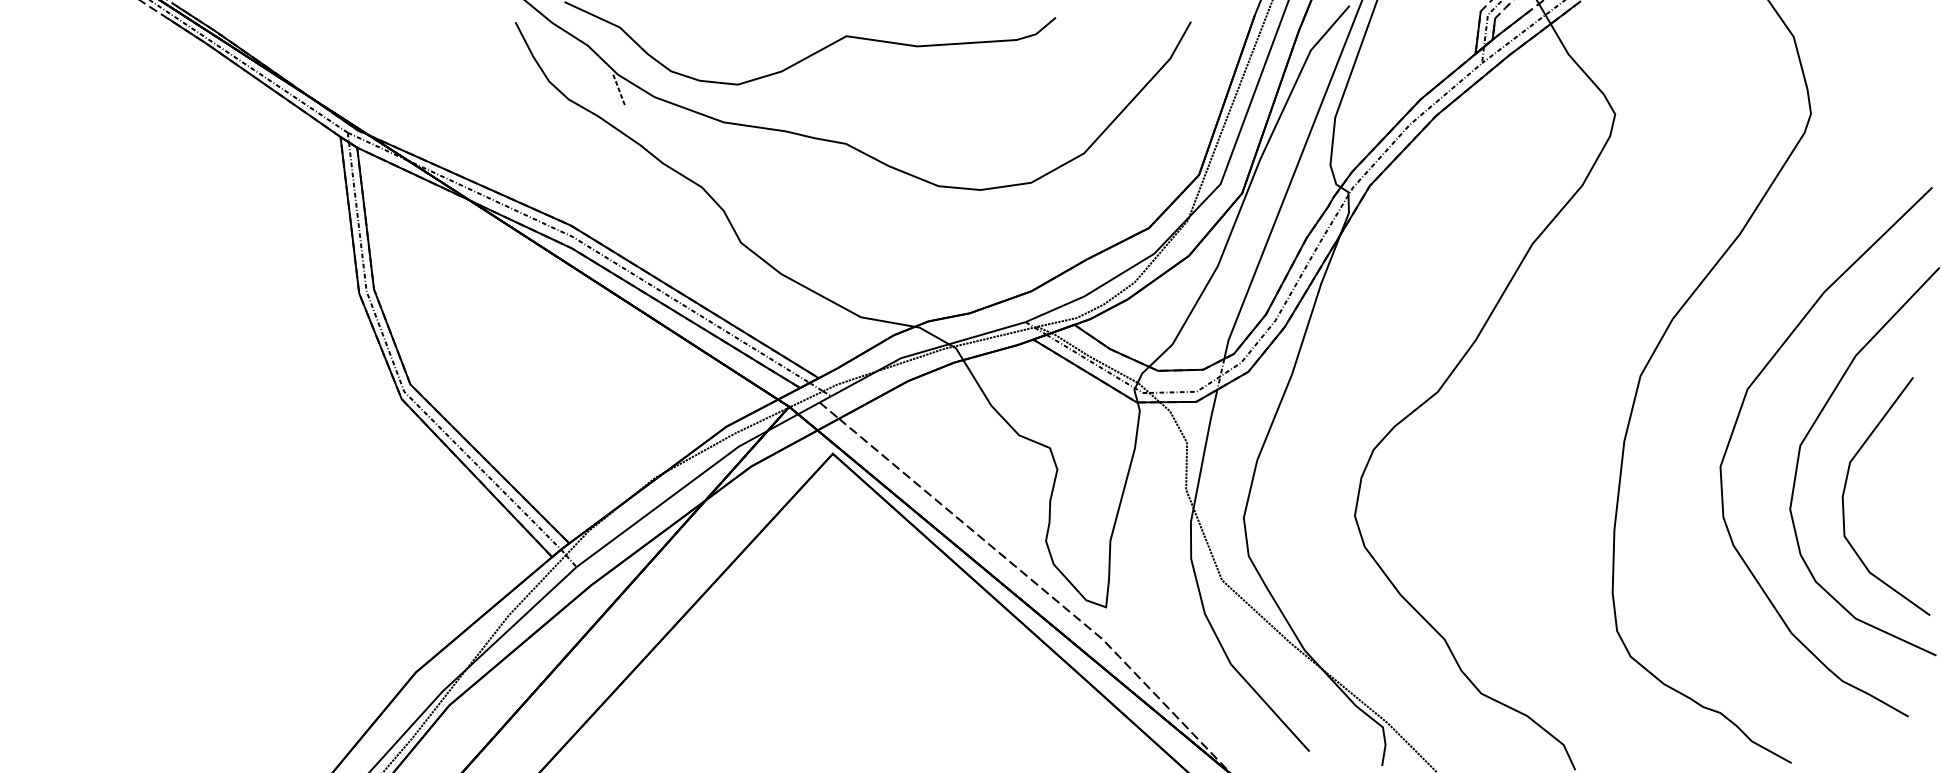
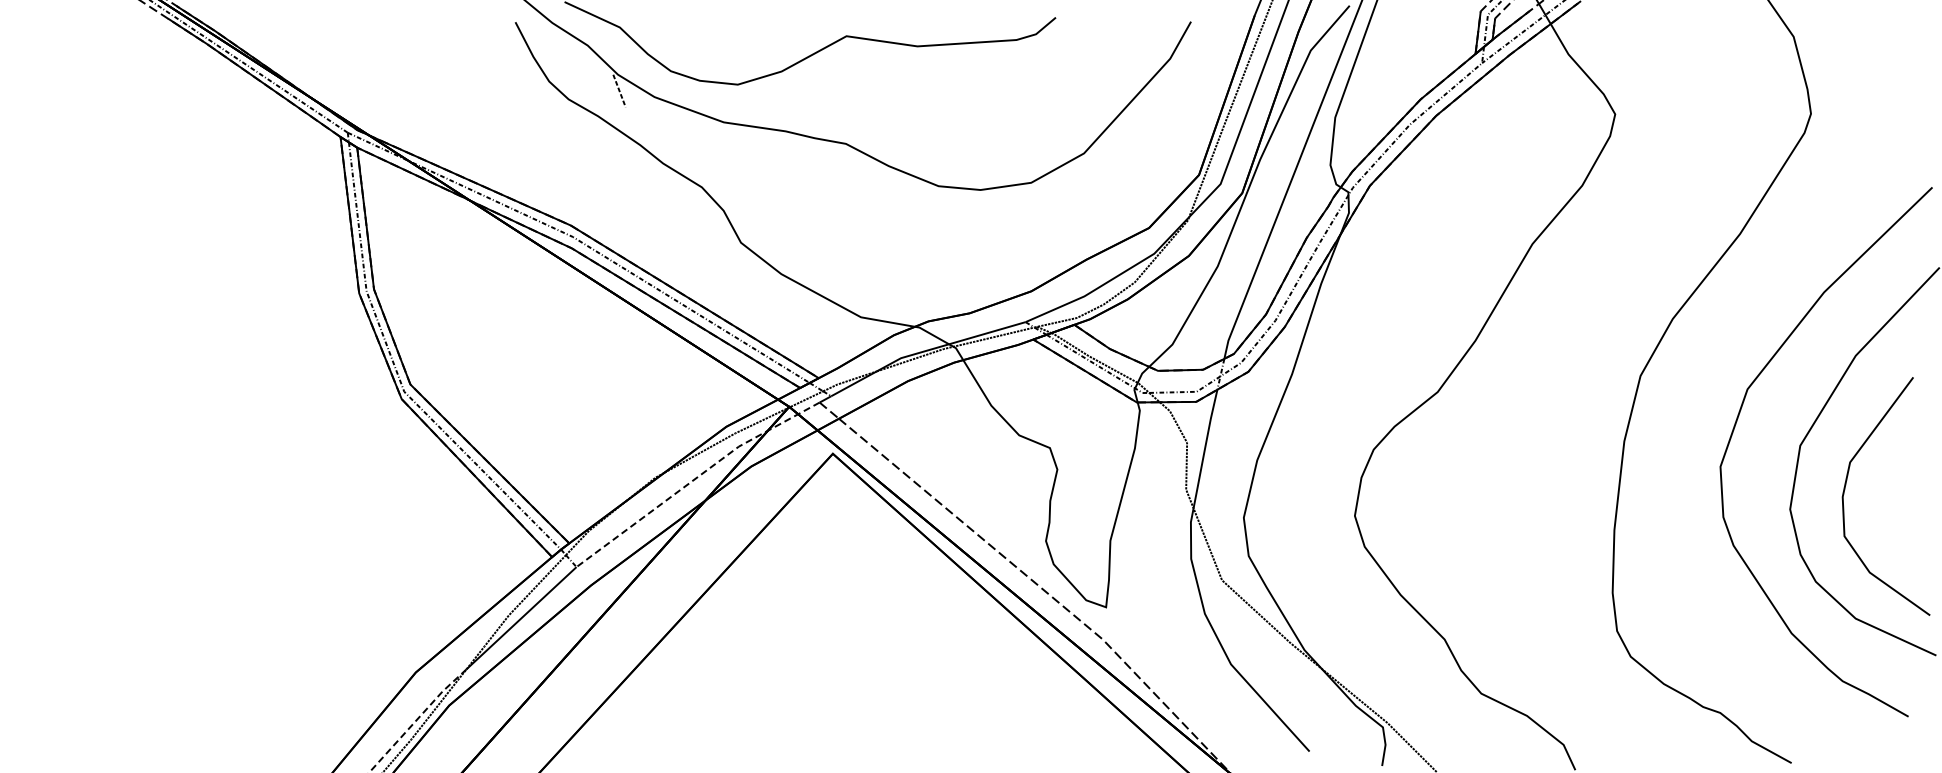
line at (694, 479): solid -> dashed
line at (417, 719): solid -> dashed
